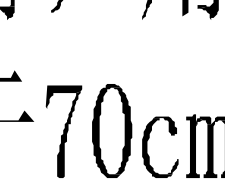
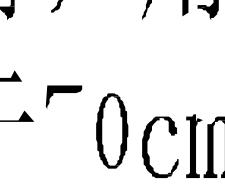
fill at (204, 120): present -> none
part at (112, 130) size: 41x94 px -> 33x76 px
fill at (68, 134): present -> none
